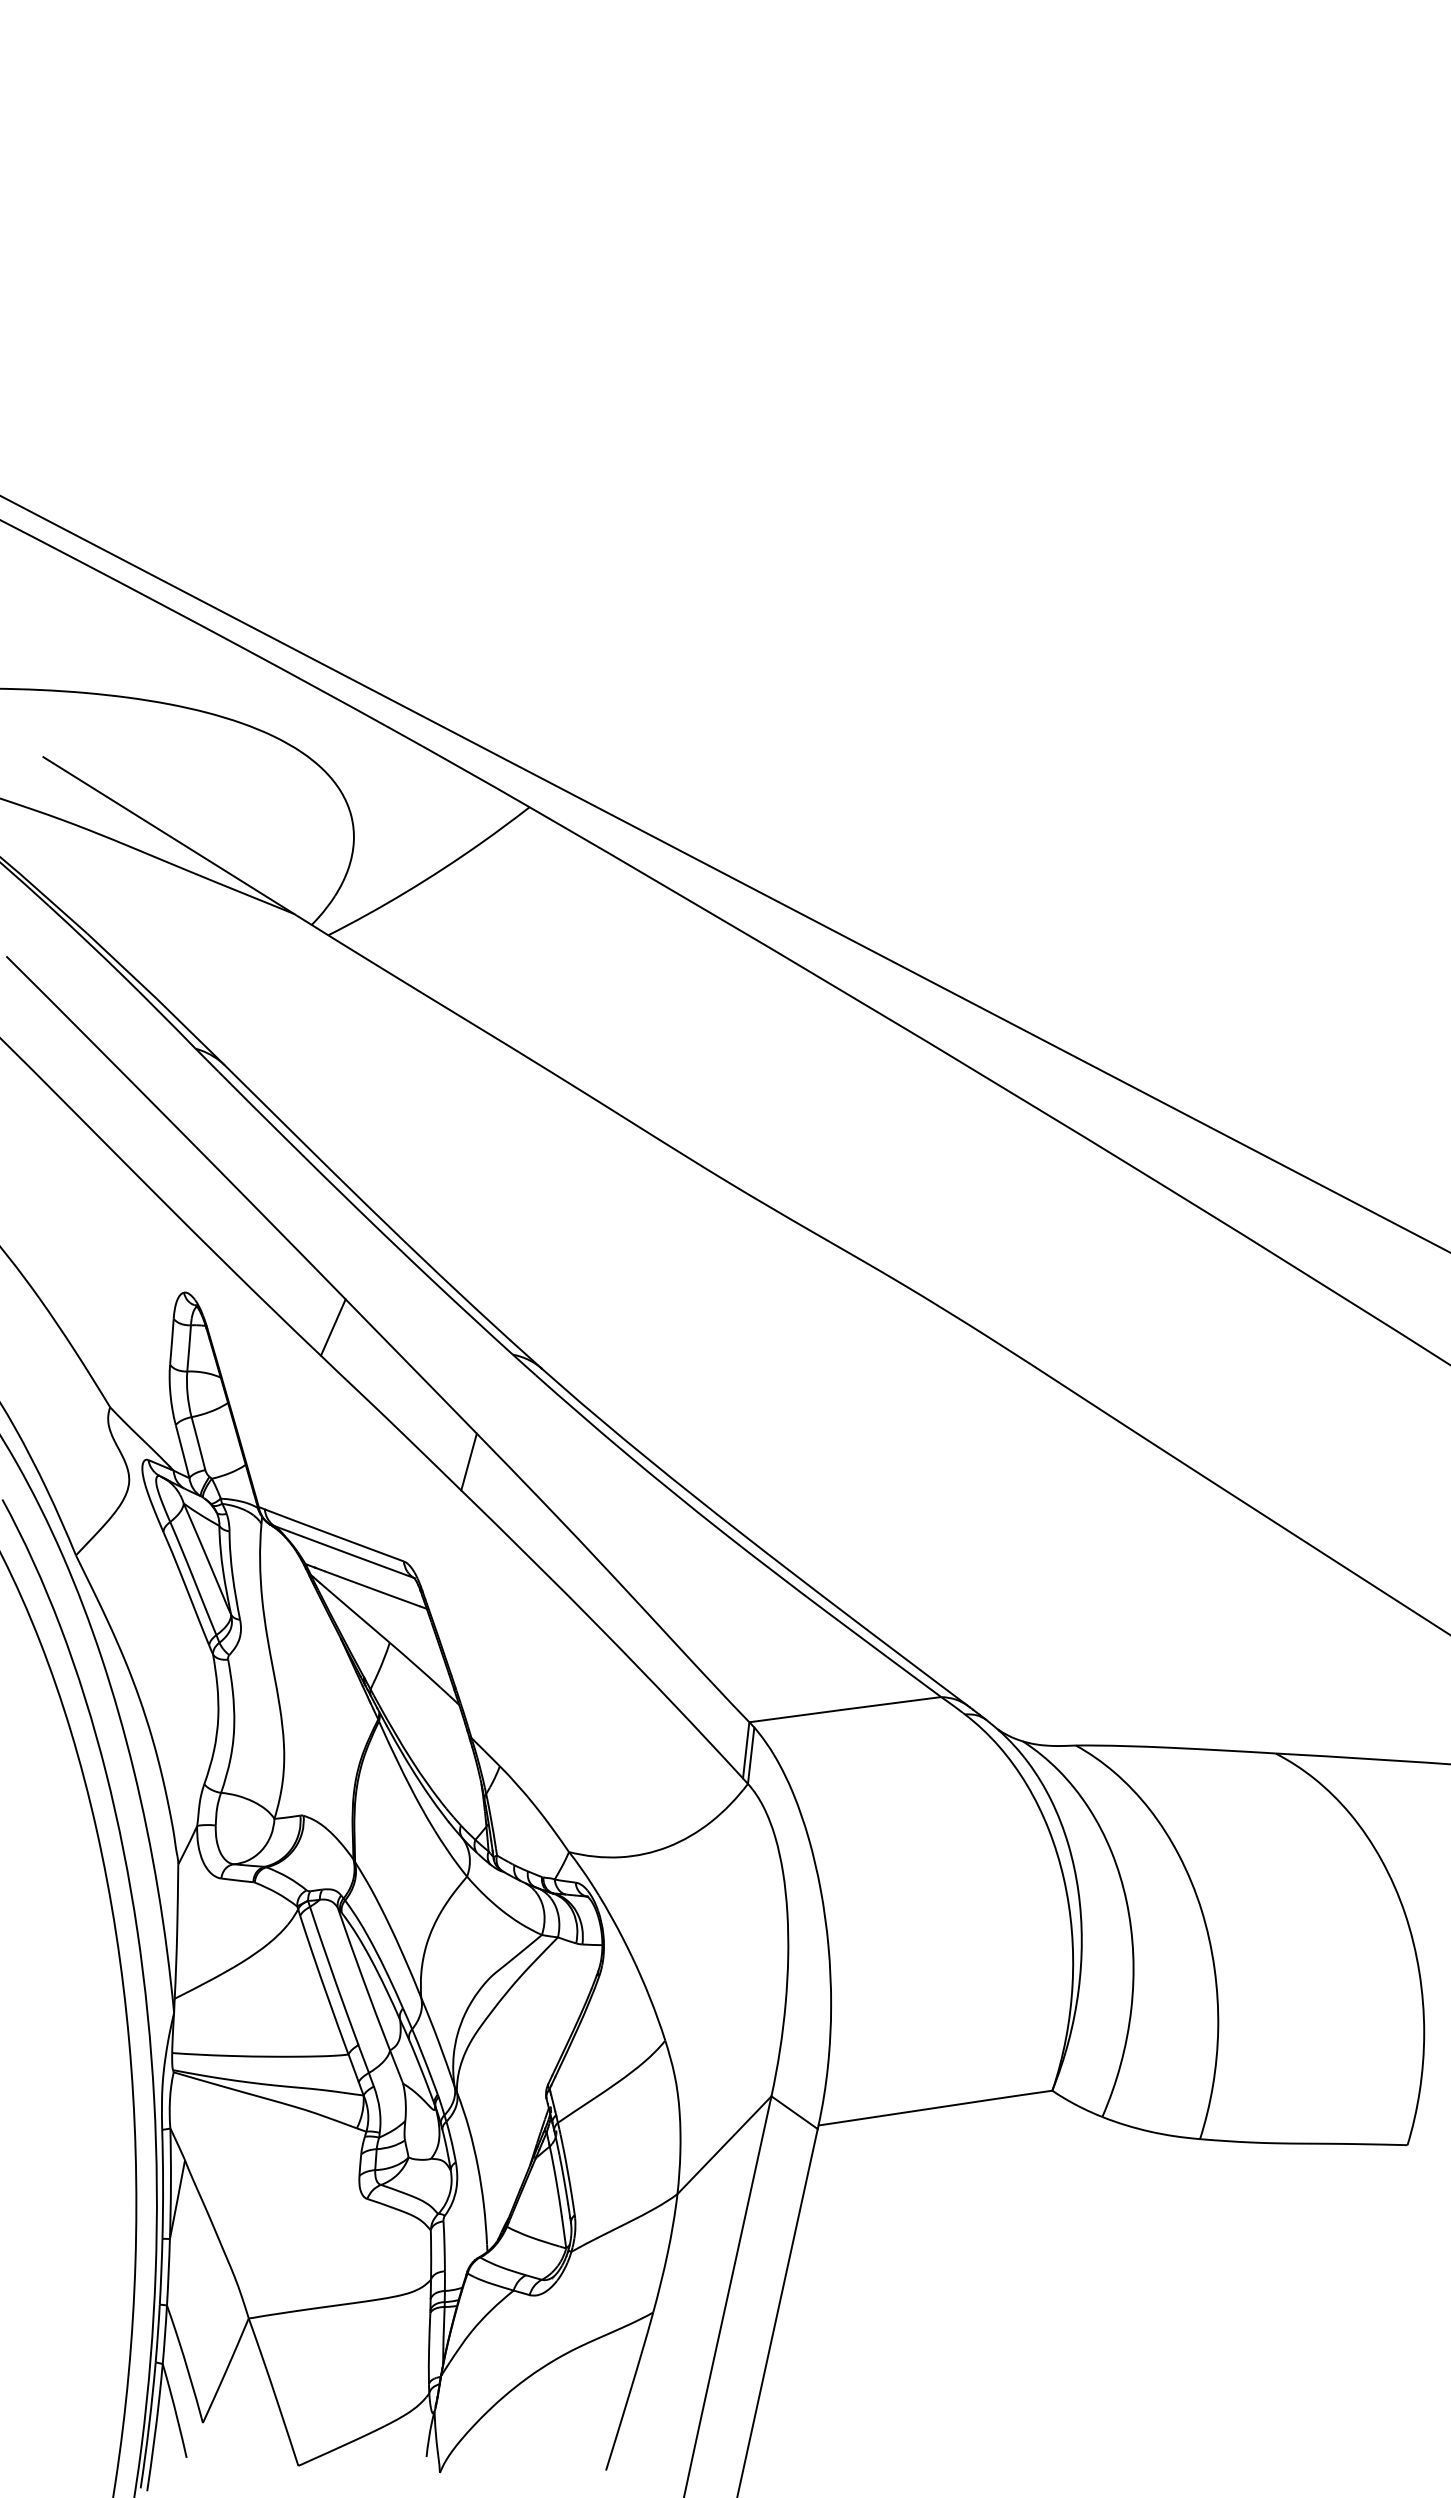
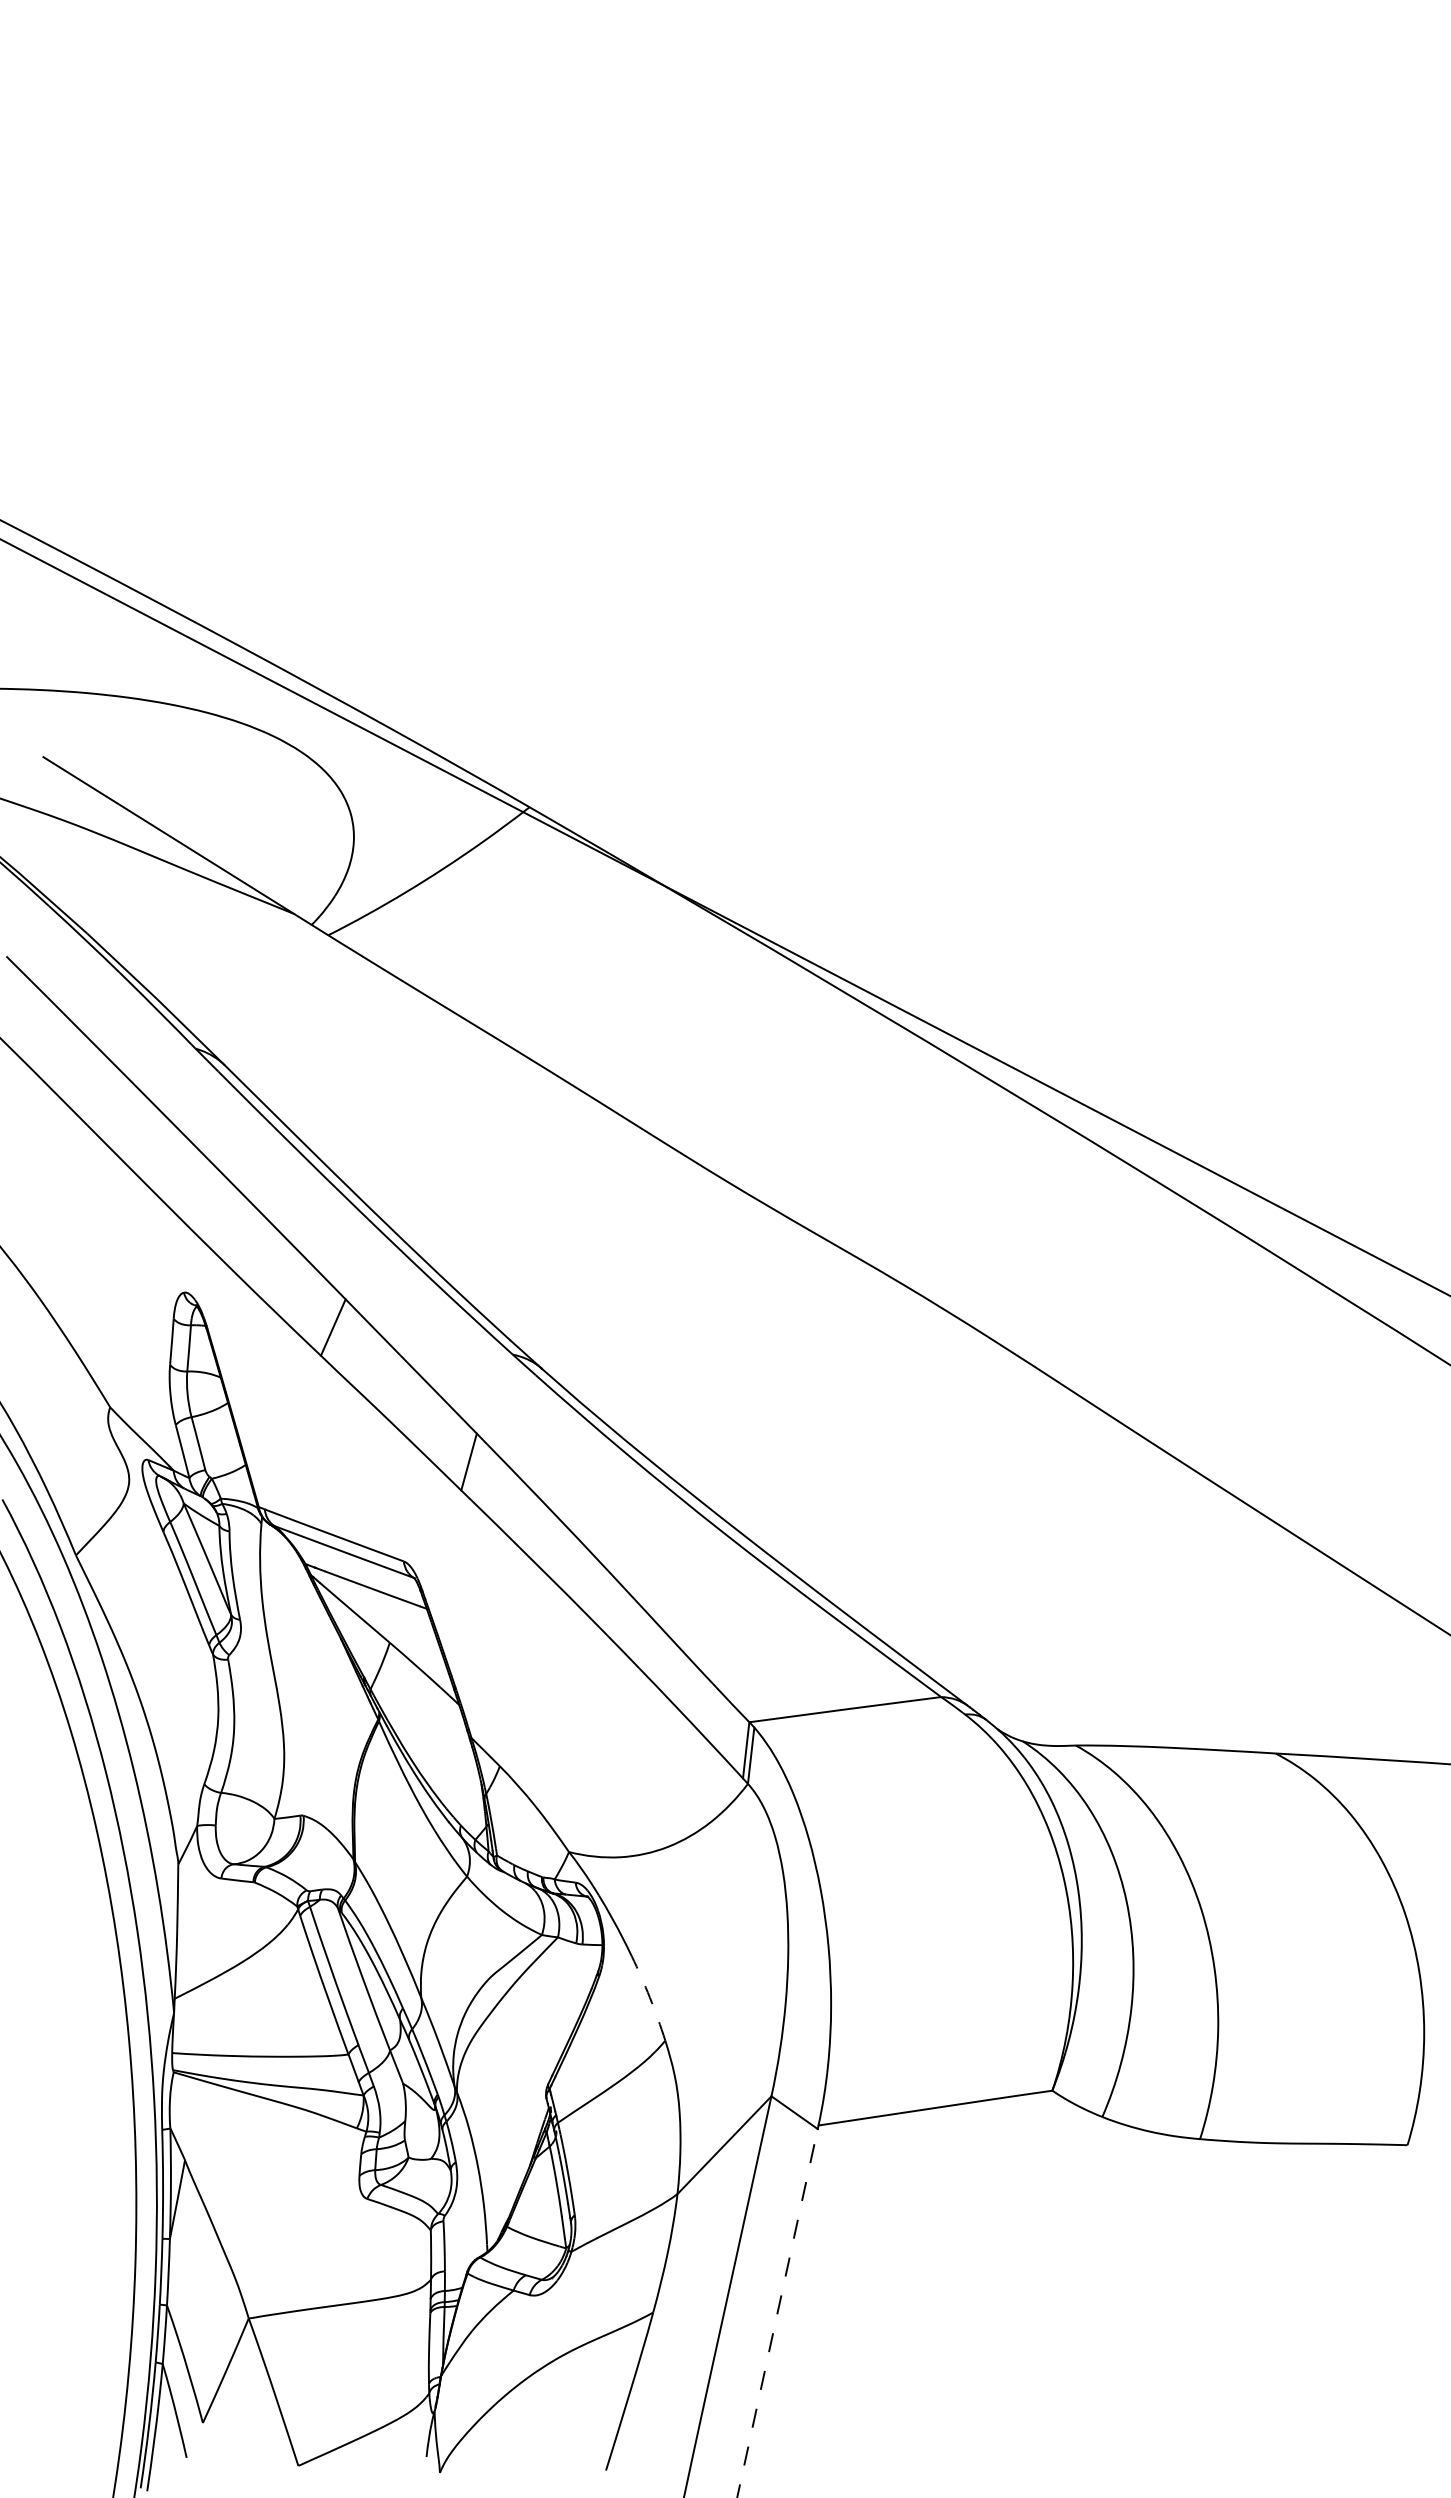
line at (724, 874) position: (724, 874) -> (724, 917)
arc at (649, 1997): solid -> dashed
line at (777, 2312): solid -> dashed
